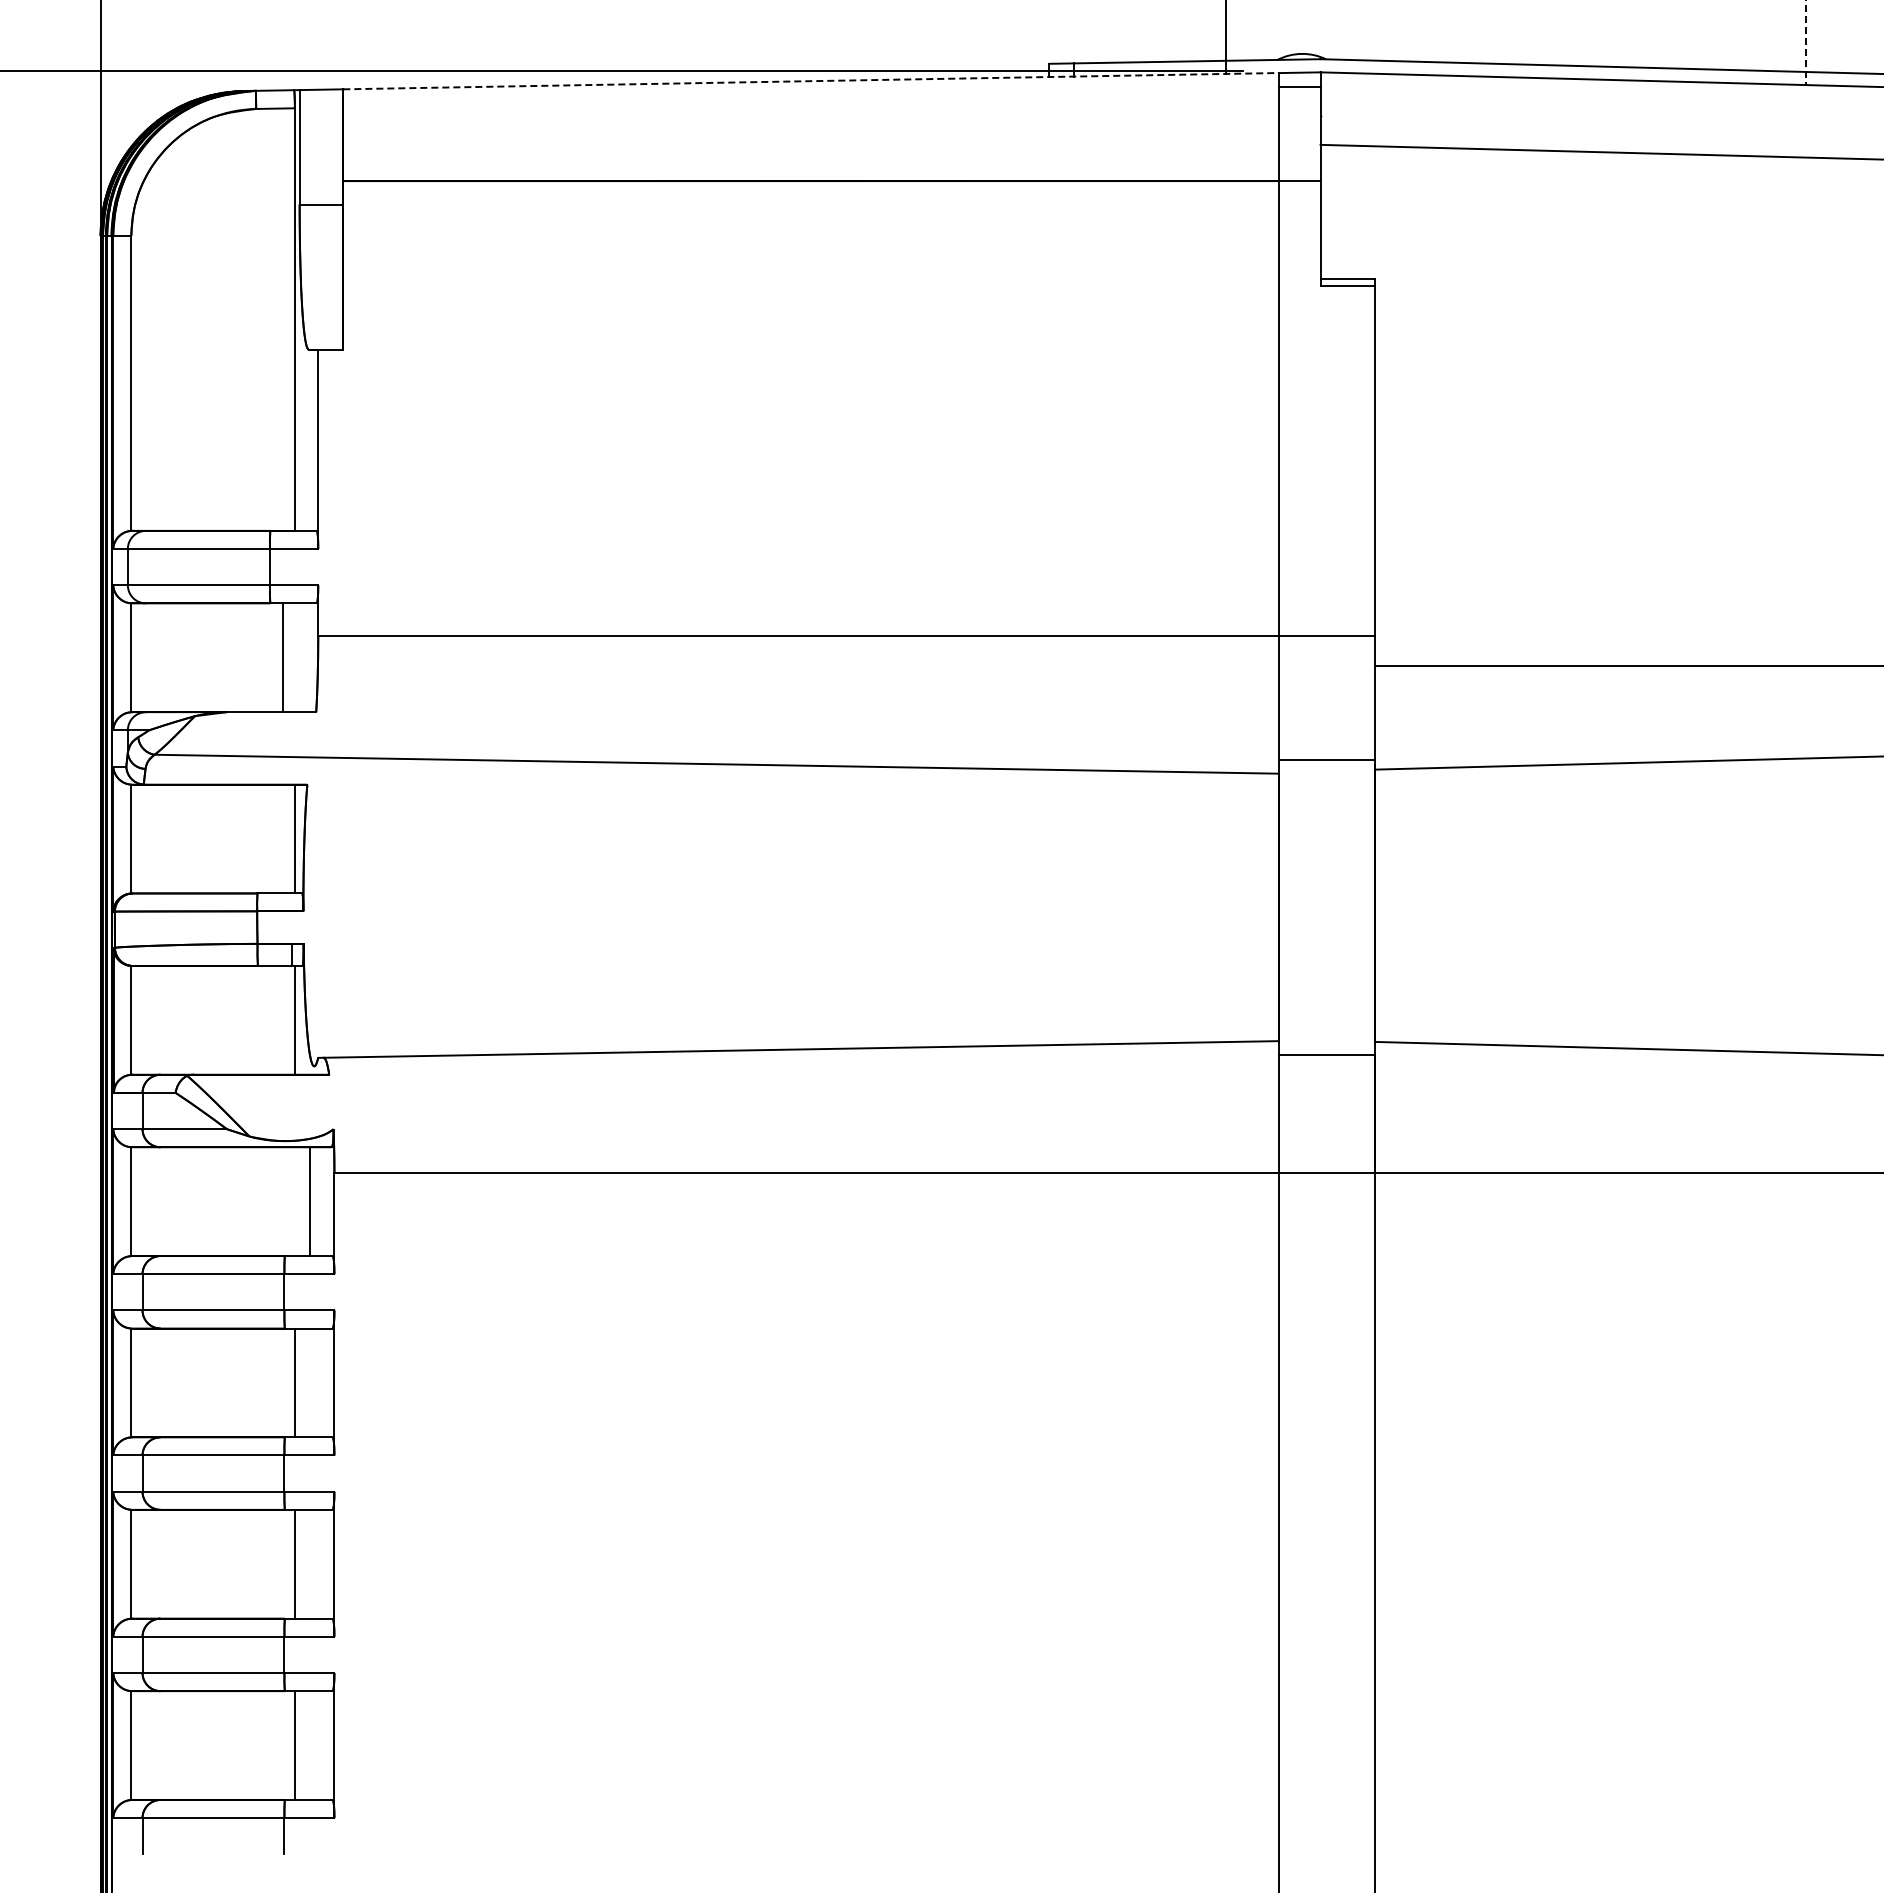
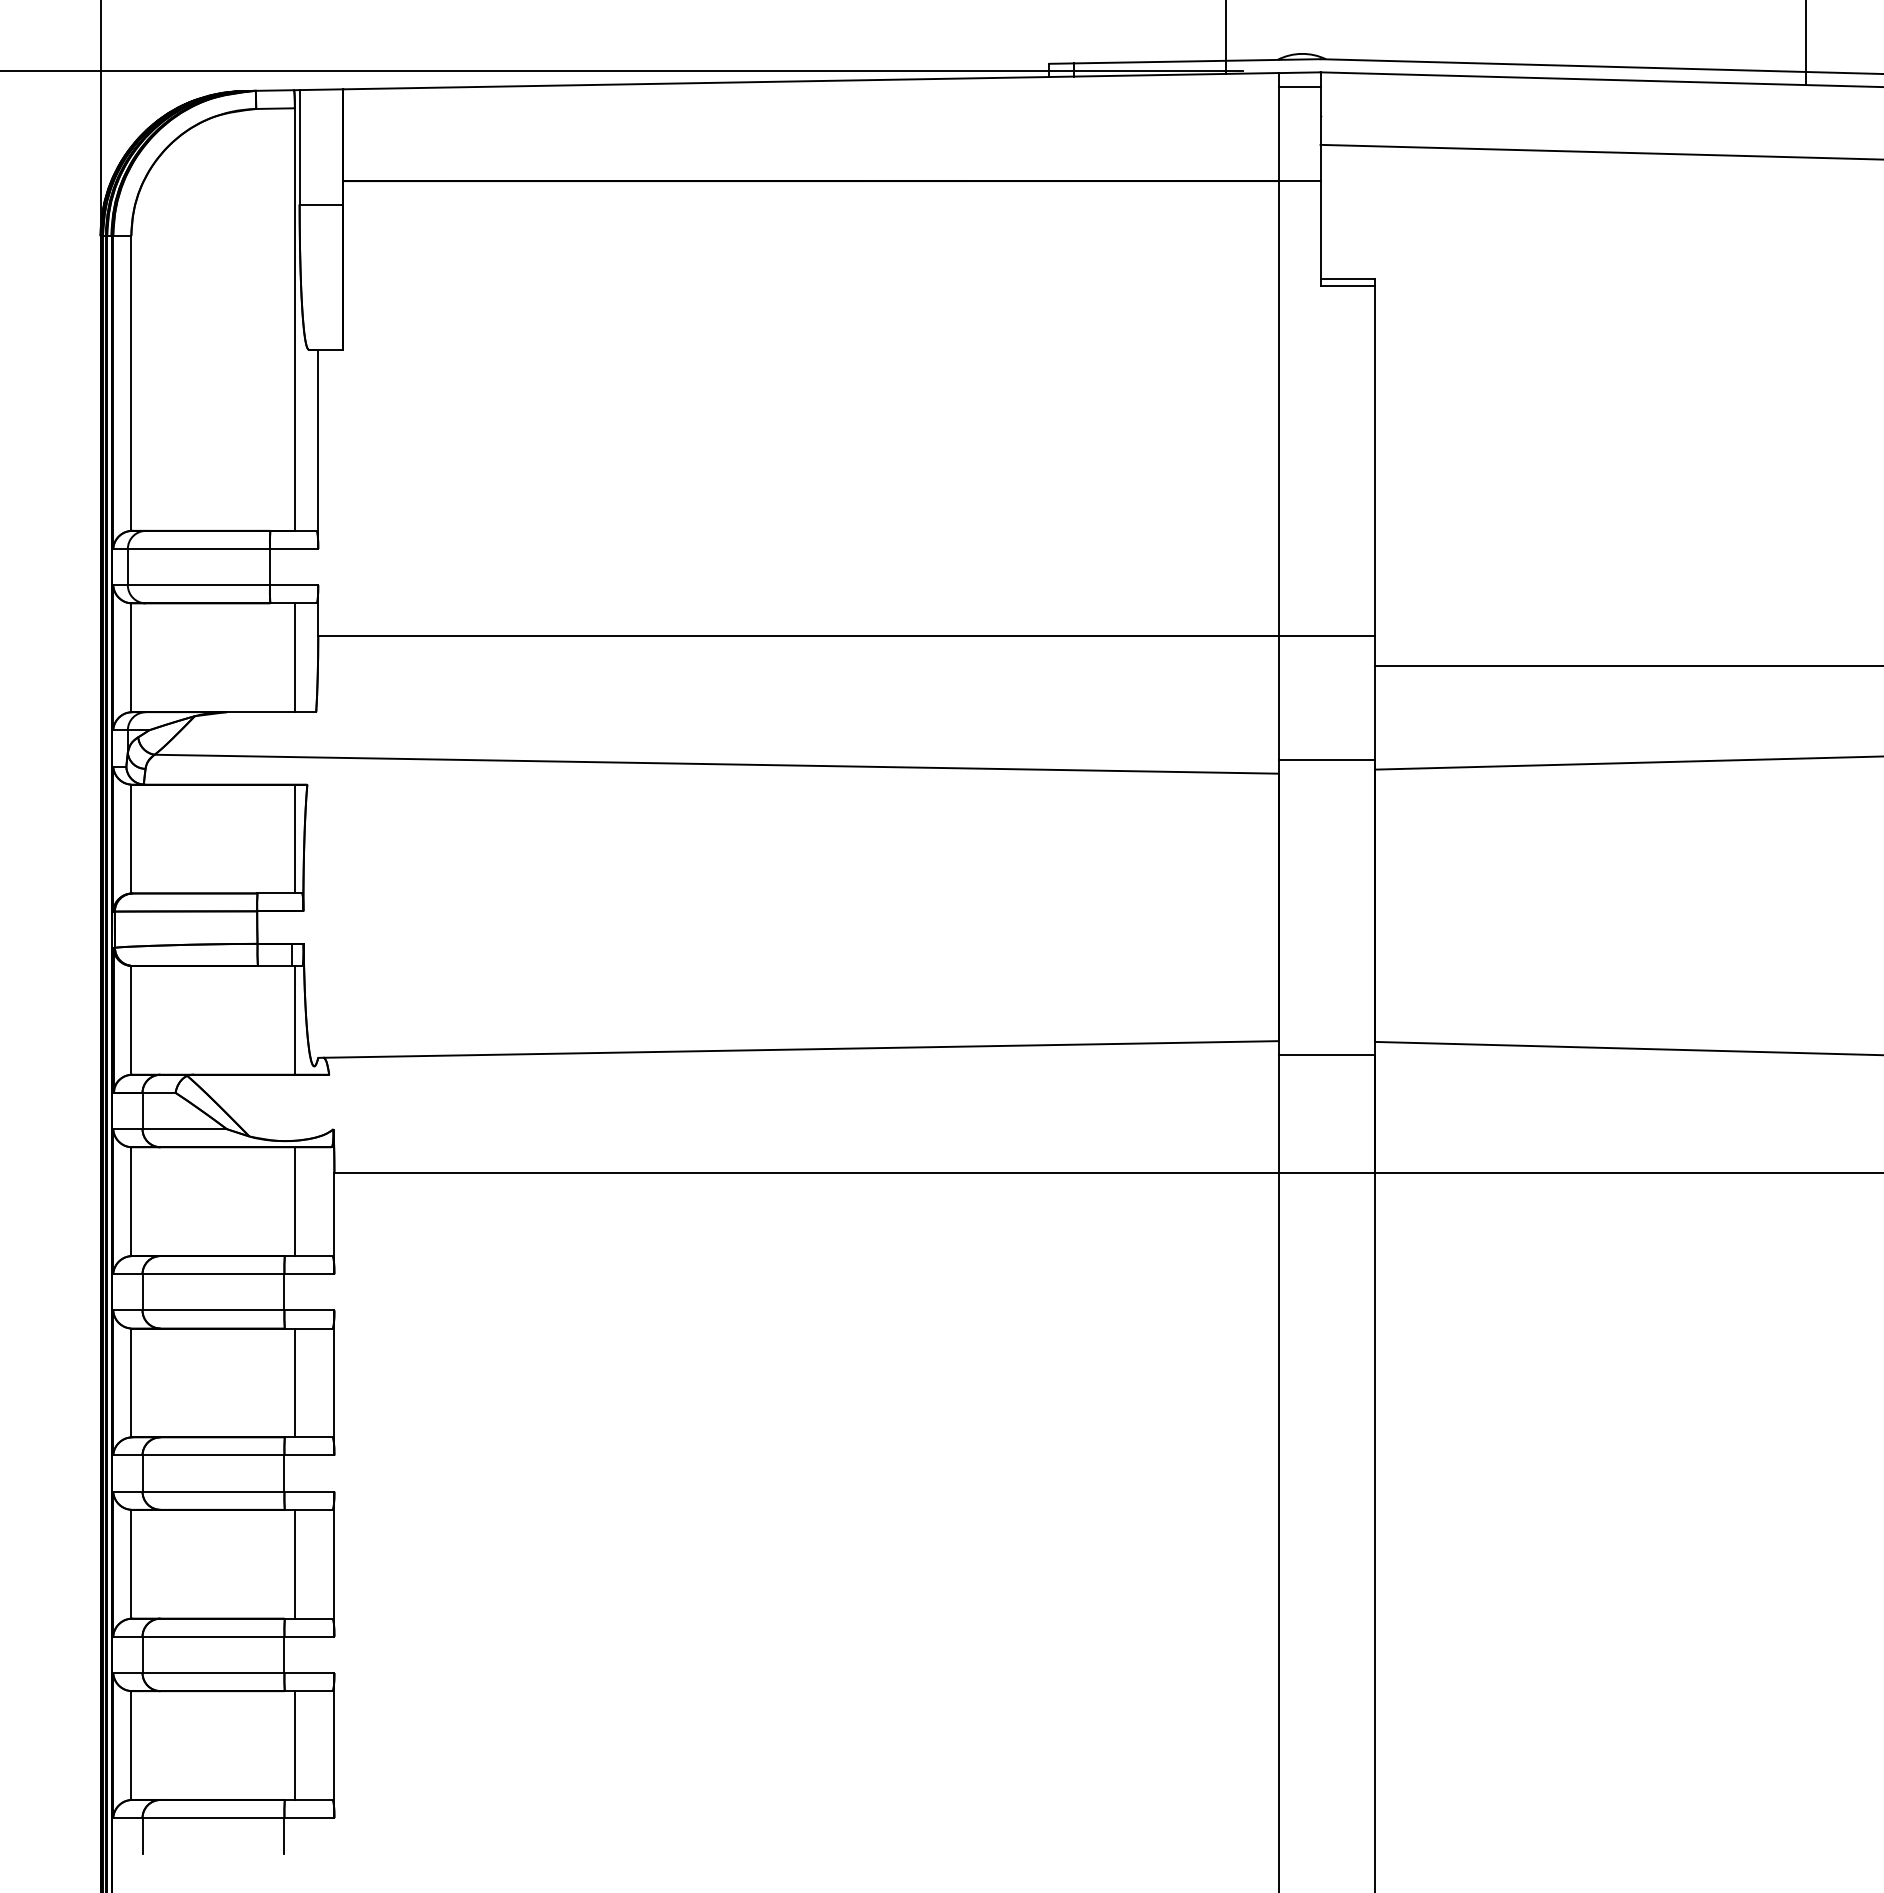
line at (1806, 43): dashed -> solid
line at (811, 81): dashed -> solid
line at (282, 657) position: (282, 657) -> (294, 657)
line at (309, 1201) position: (309, 1201) -> (294, 1201)
